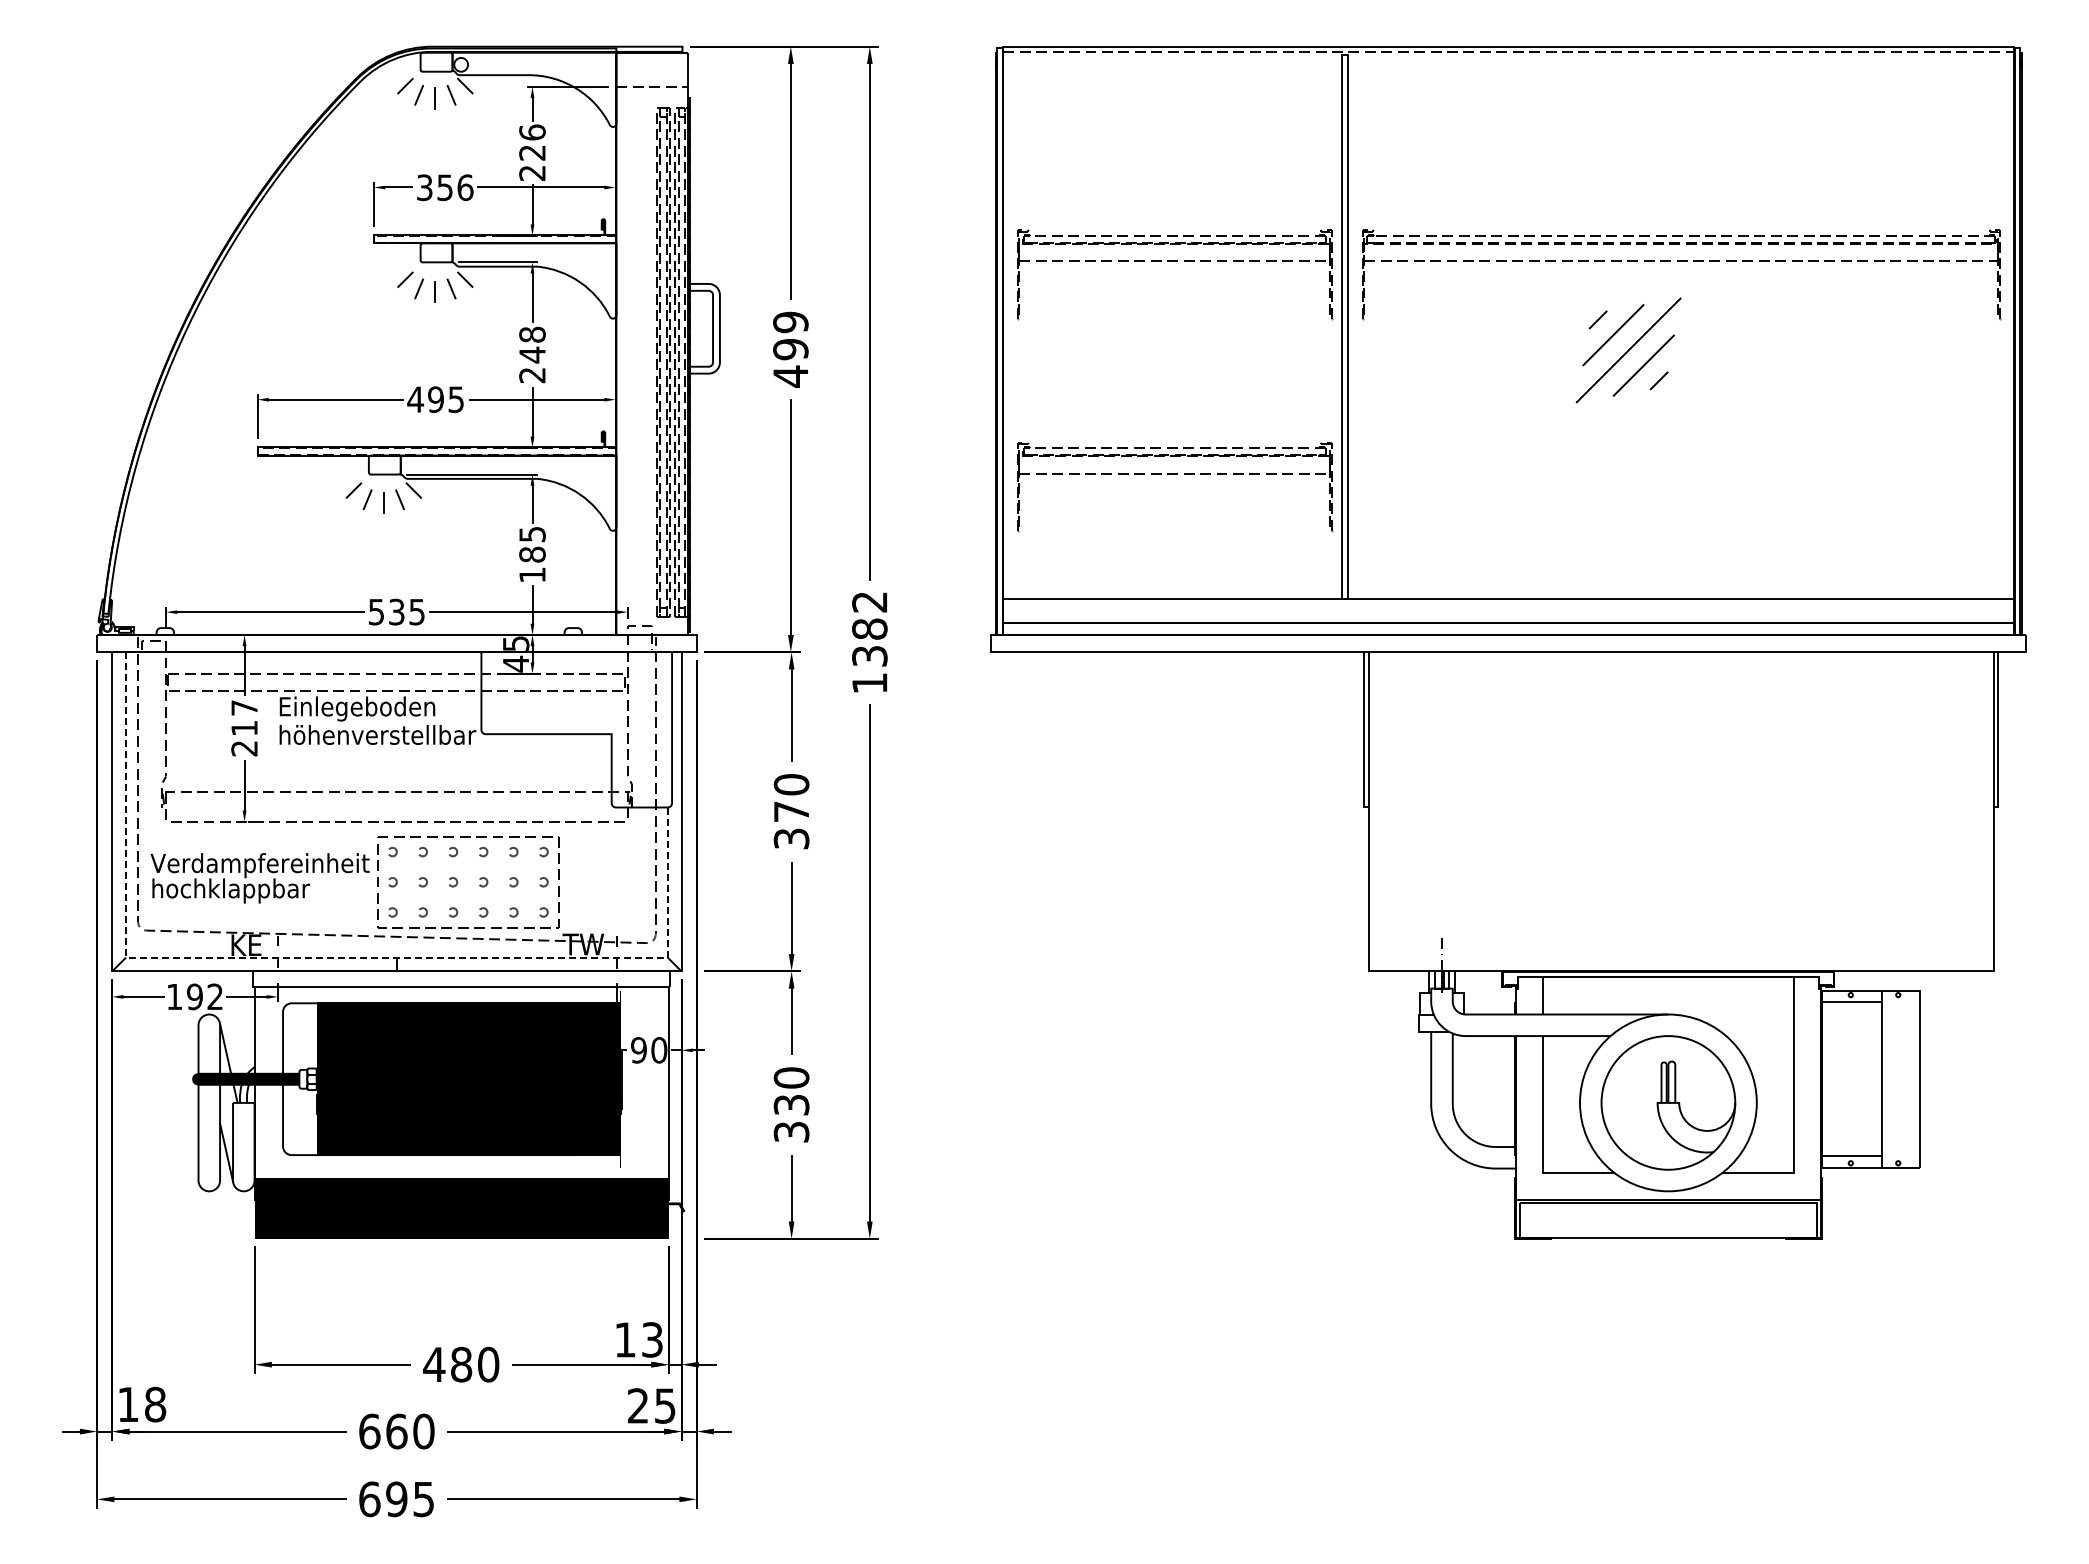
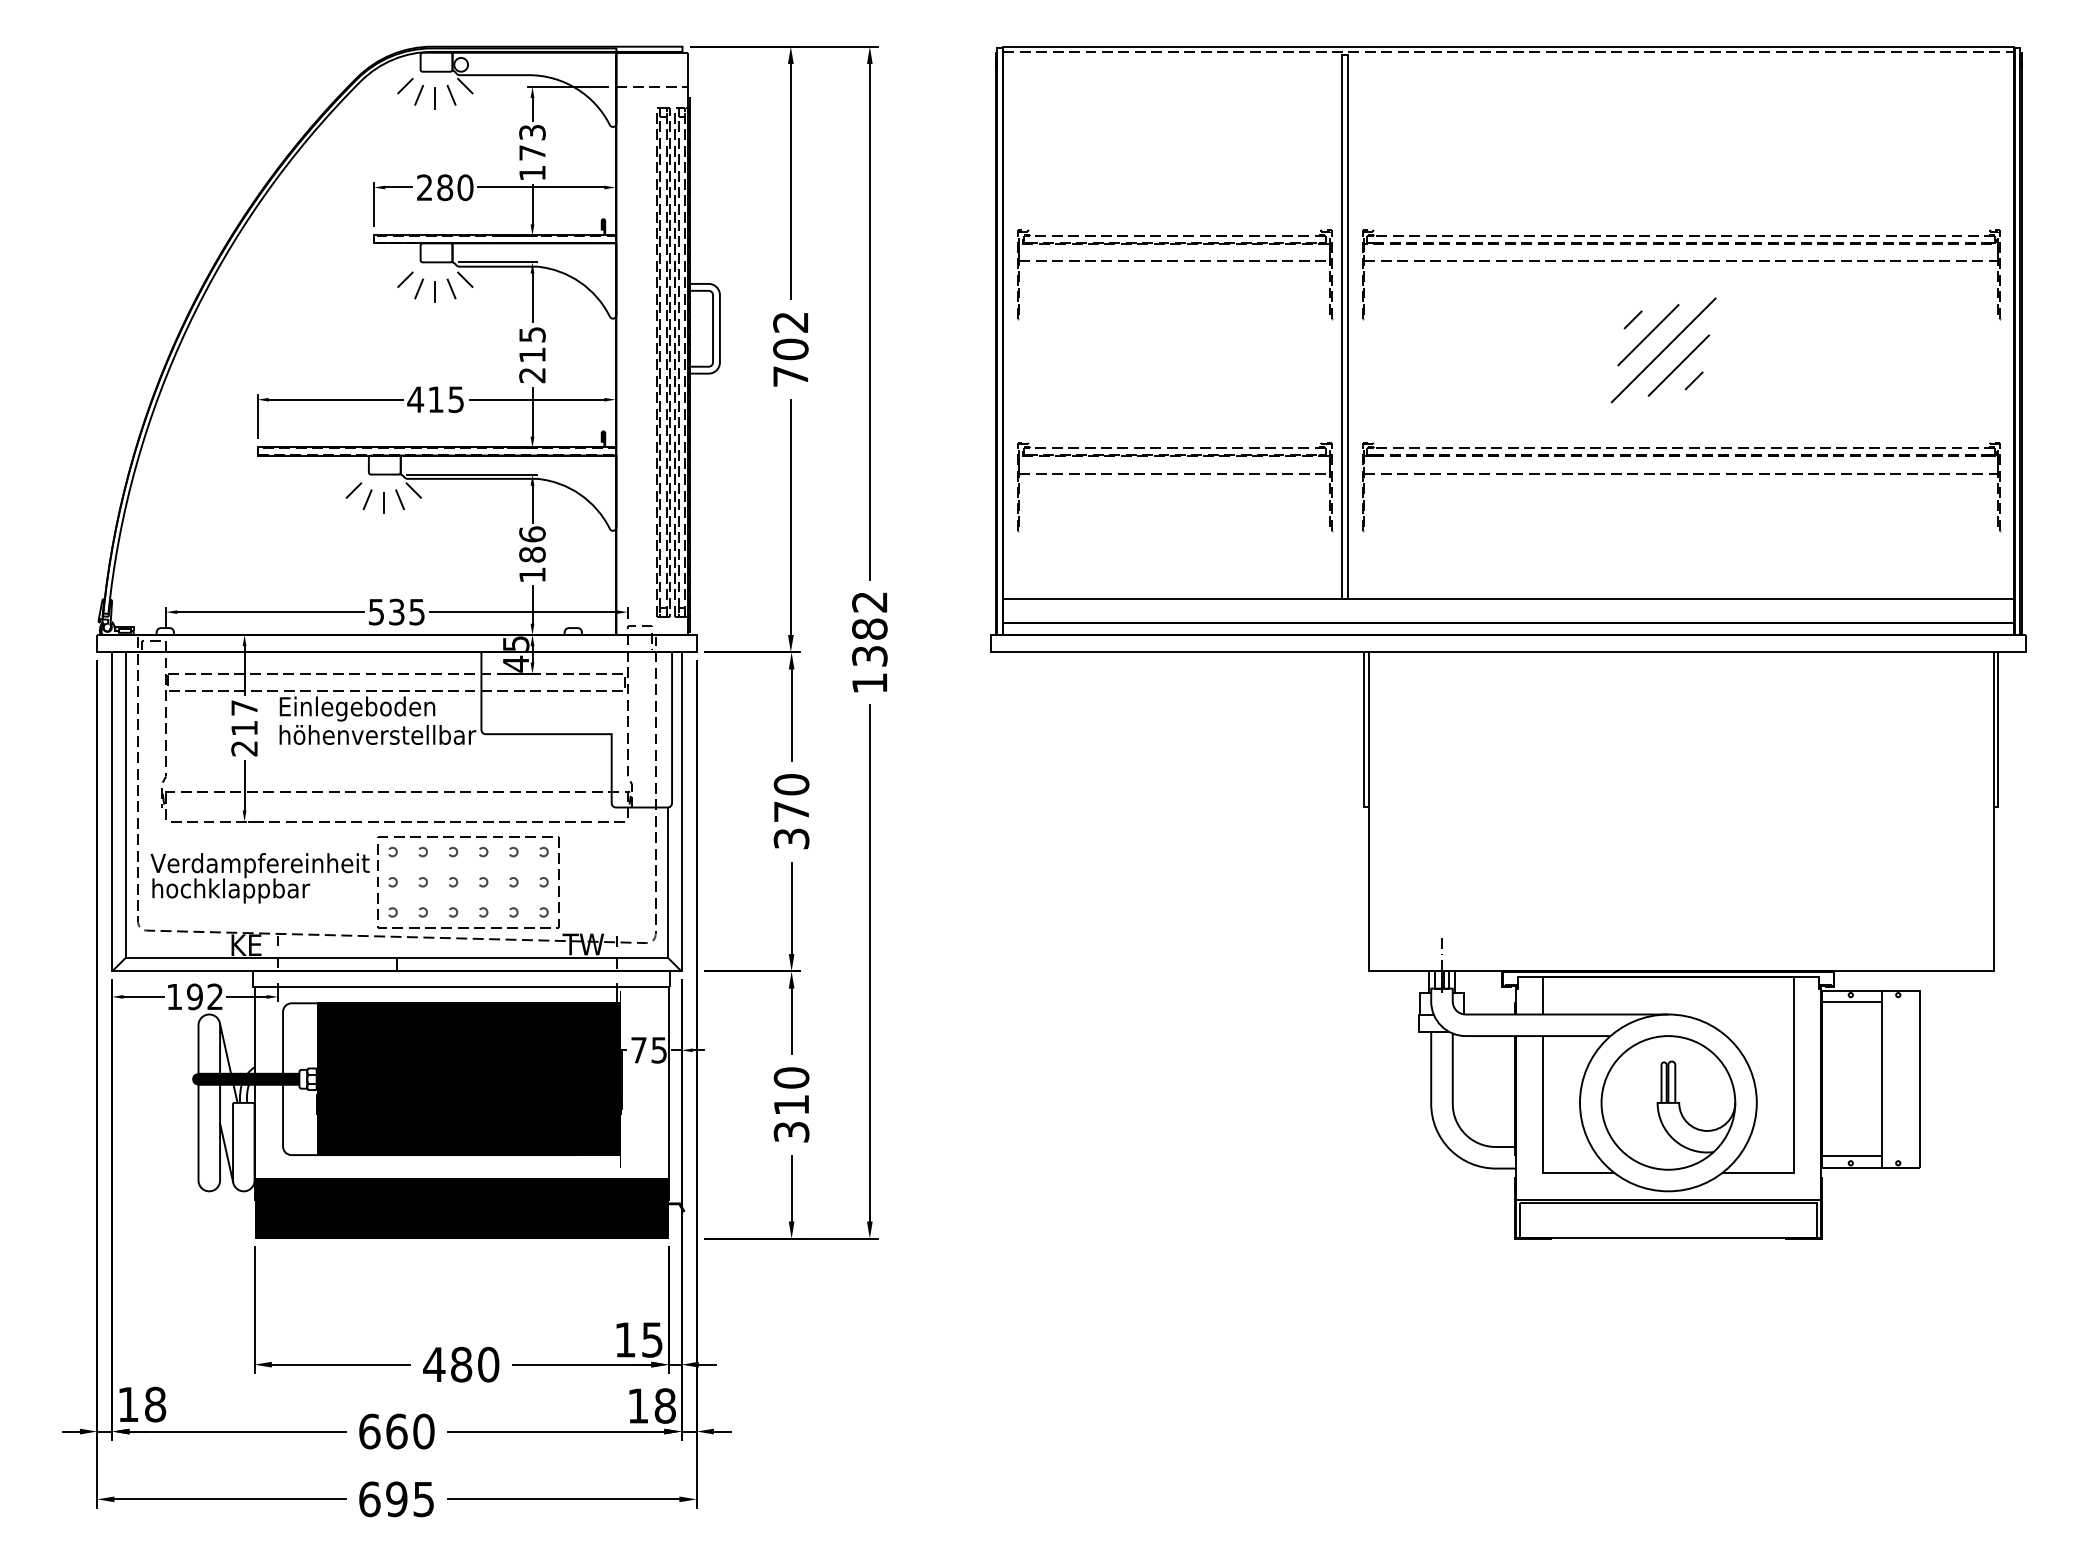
text at (532, 152): 226 -> 173
text at (445, 187): 356 -> 280
text at (532, 344): 248 -> 215
text at (790, 349): 499 -> 702
part at (1628, 350) position: (1628, 350) -> (1663, 350)
text at (435, 399): 495 -> 415
part at (1681, 474): none -> present
text at (532, 534): 185 -> 186
line at (319, 957): dashed -> solid
text at (649, 1050): 90 -> 75
text at (791, 1105): 330 -> 310
text at (652, 1339): 13 -> 15
text at (651, 1405): 25 -> 18
